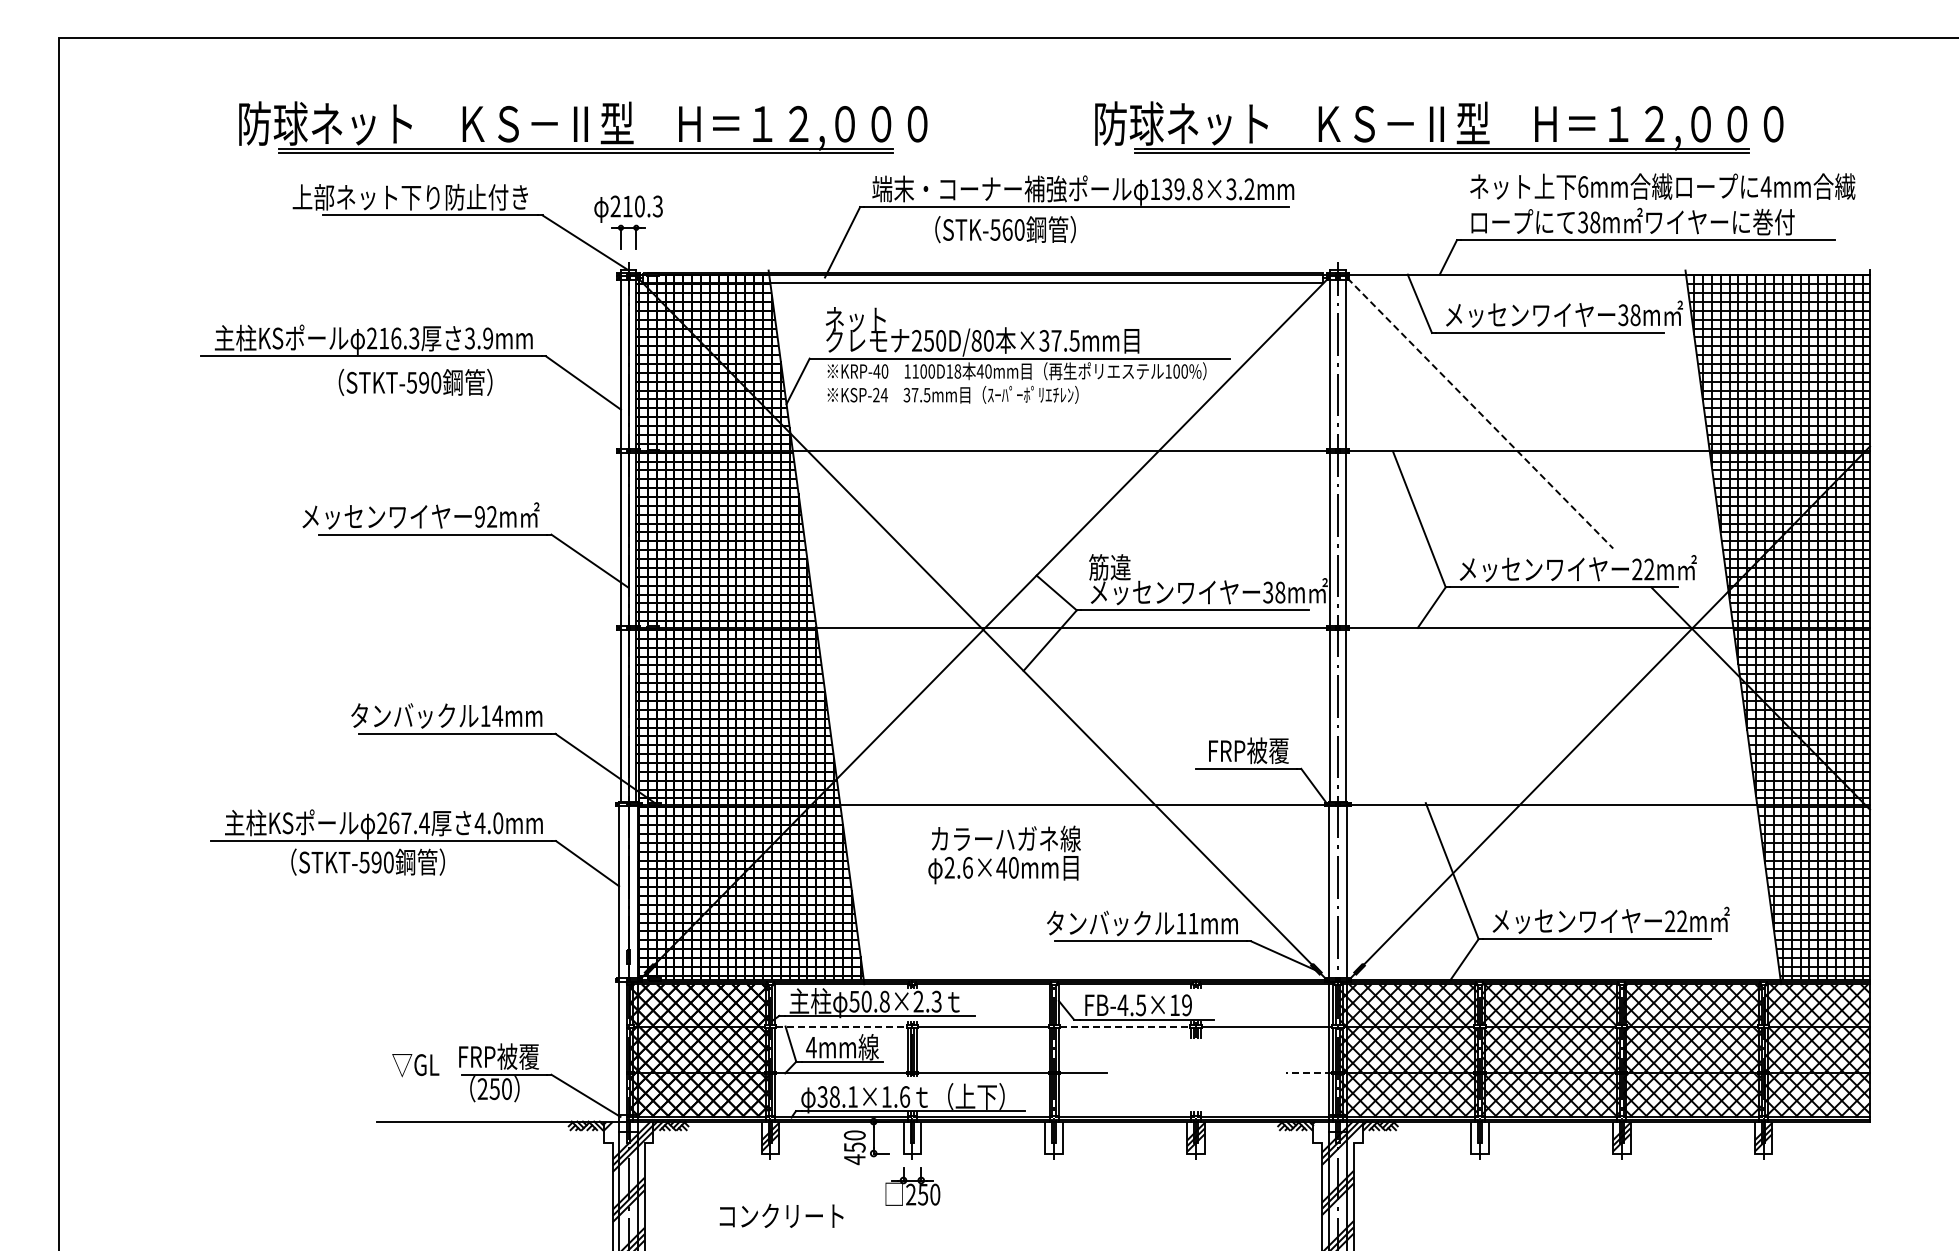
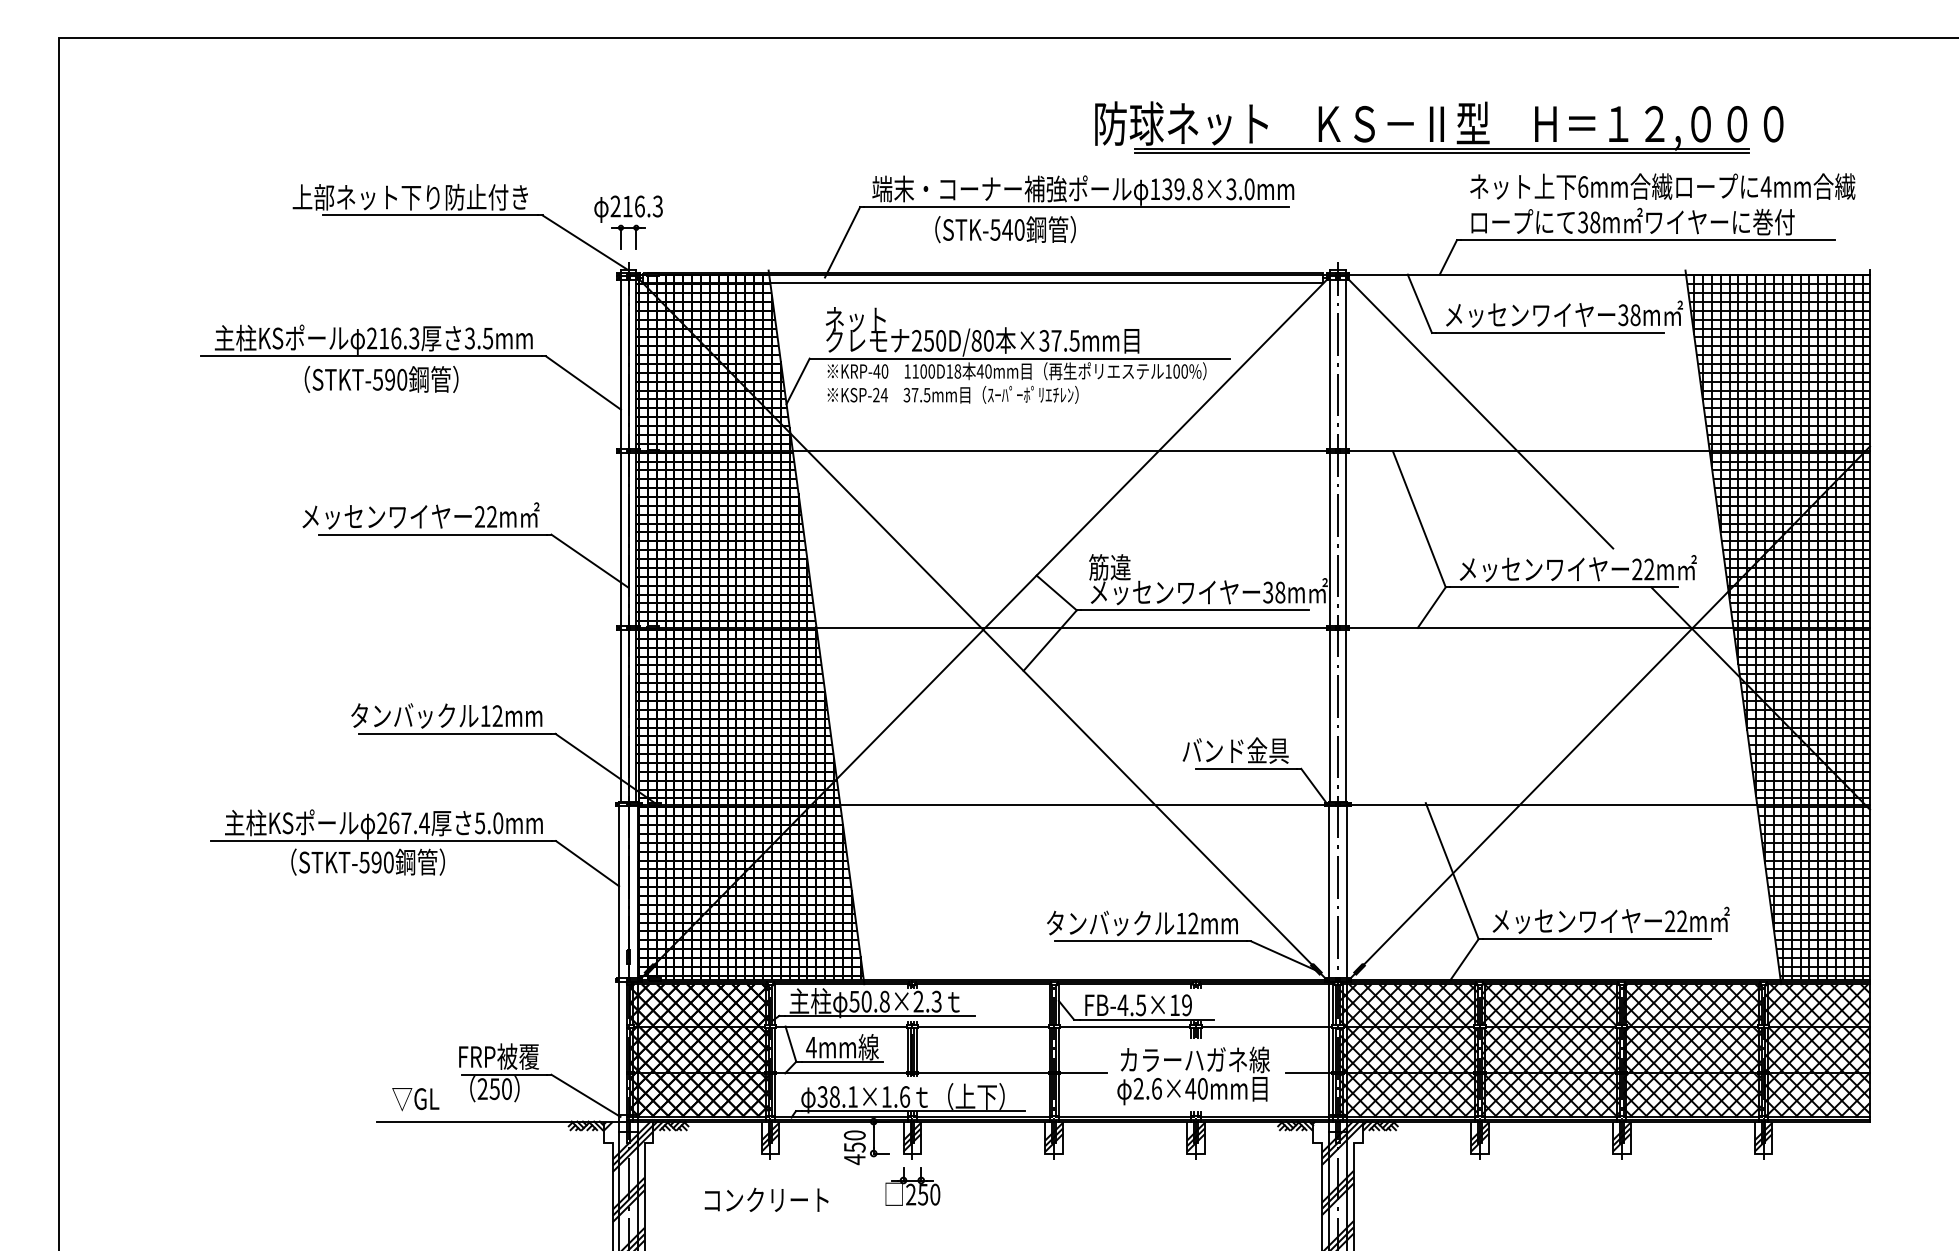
part at (583, 127): present -> none
text at (1249, 189): 139.8×3.2mm -> 139.8×3.0mm
text at (639, 206): 210.3 -> 216.3
text at (1007, 229): STK-560 -> STK-540
text at (488, 338): 3.9mm -> 3.5mm
text at (415, 381) position: (415, 381) -> (381, 378)
line at (1480, 413): dashed -> solid
text at (479, 516): 92m -> 22m
text at (497, 715): 14mm -> 12mm
text at (1235, 750): FRP被覆 -> バンド金具
text at (479, 823): 4.0mm -> 5.0mm
text at (1004, 854) position: (1004, 854) -> (1193, 1075)
text at (1193, 923): 11mm -> 12mm
line at (841, 1026): dashed -> solid
line at (1125, 1026): dashed -> solid
text at (415, 1065) position: (415, 1065) -> (415, 1099)
line at (1308, 1073): dashed -> solid
hatch at (912, 1136): none -> present
hatch at (1054, 1136): none -> present
hatch at (1479, 1136): none -> present
text at (781, 1215) position: (781, 1215) -> (766, 1199)
